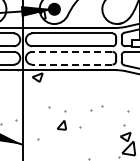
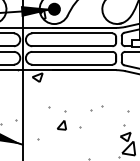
line at (71, 51): dashed -> solid
line at (71, 64): dashed -> solid
